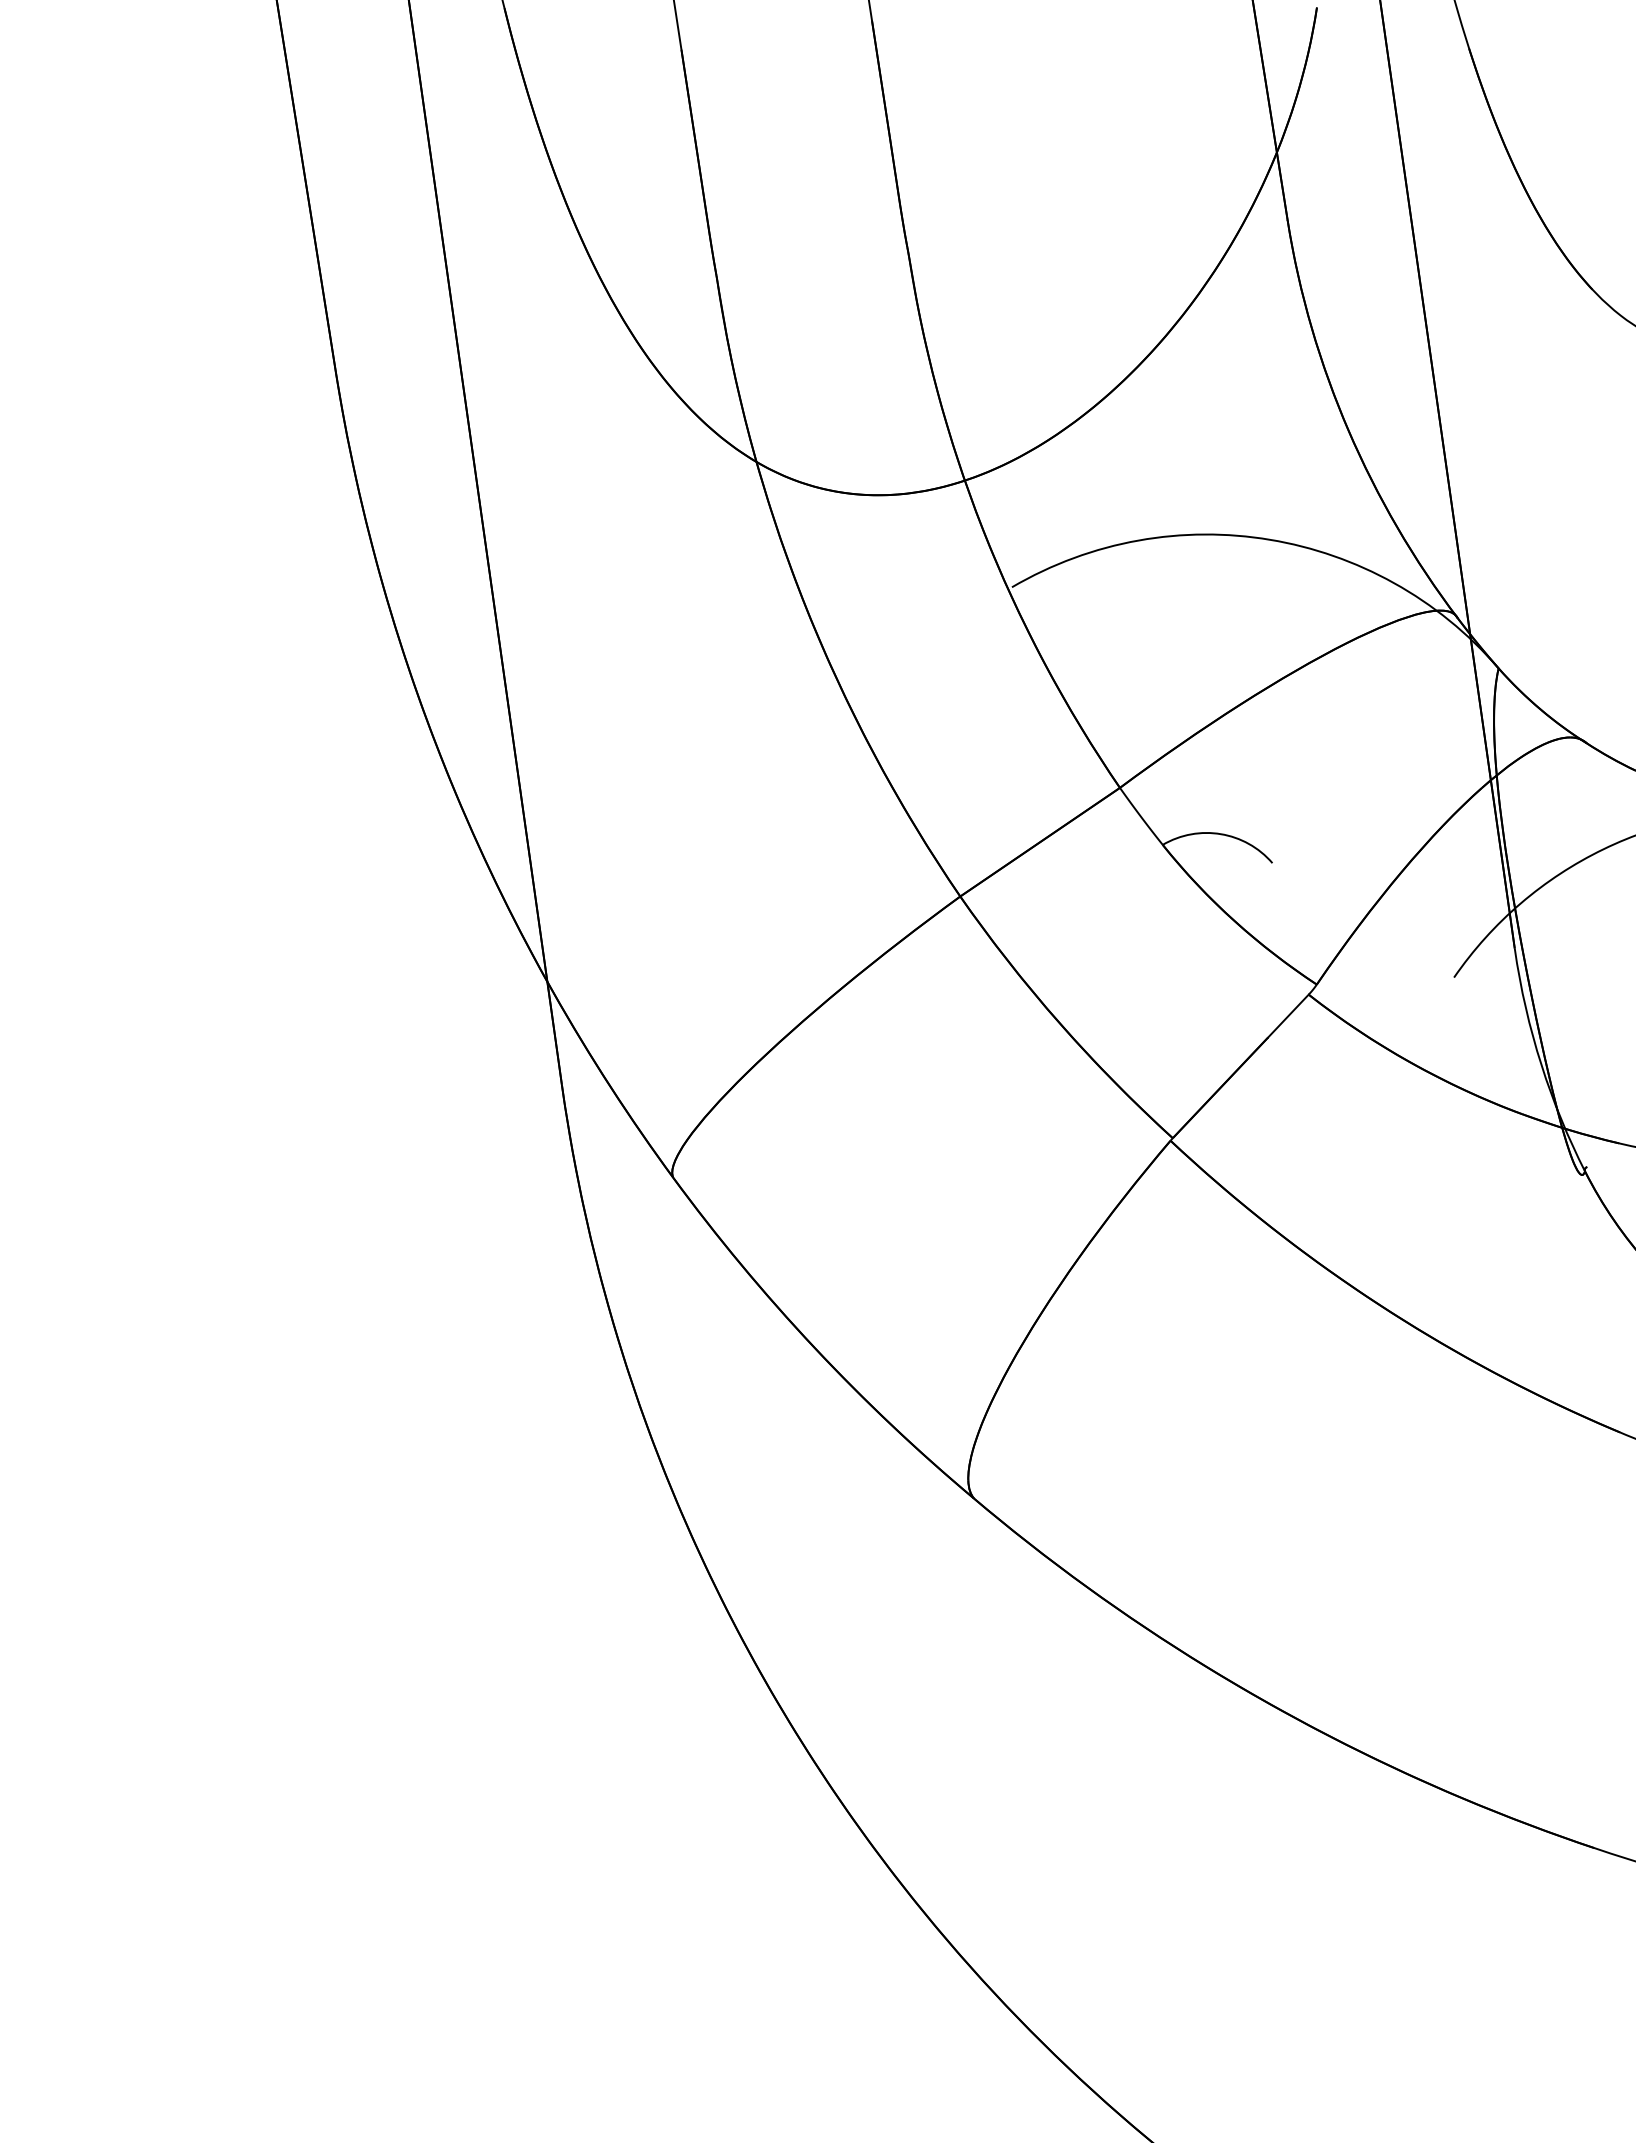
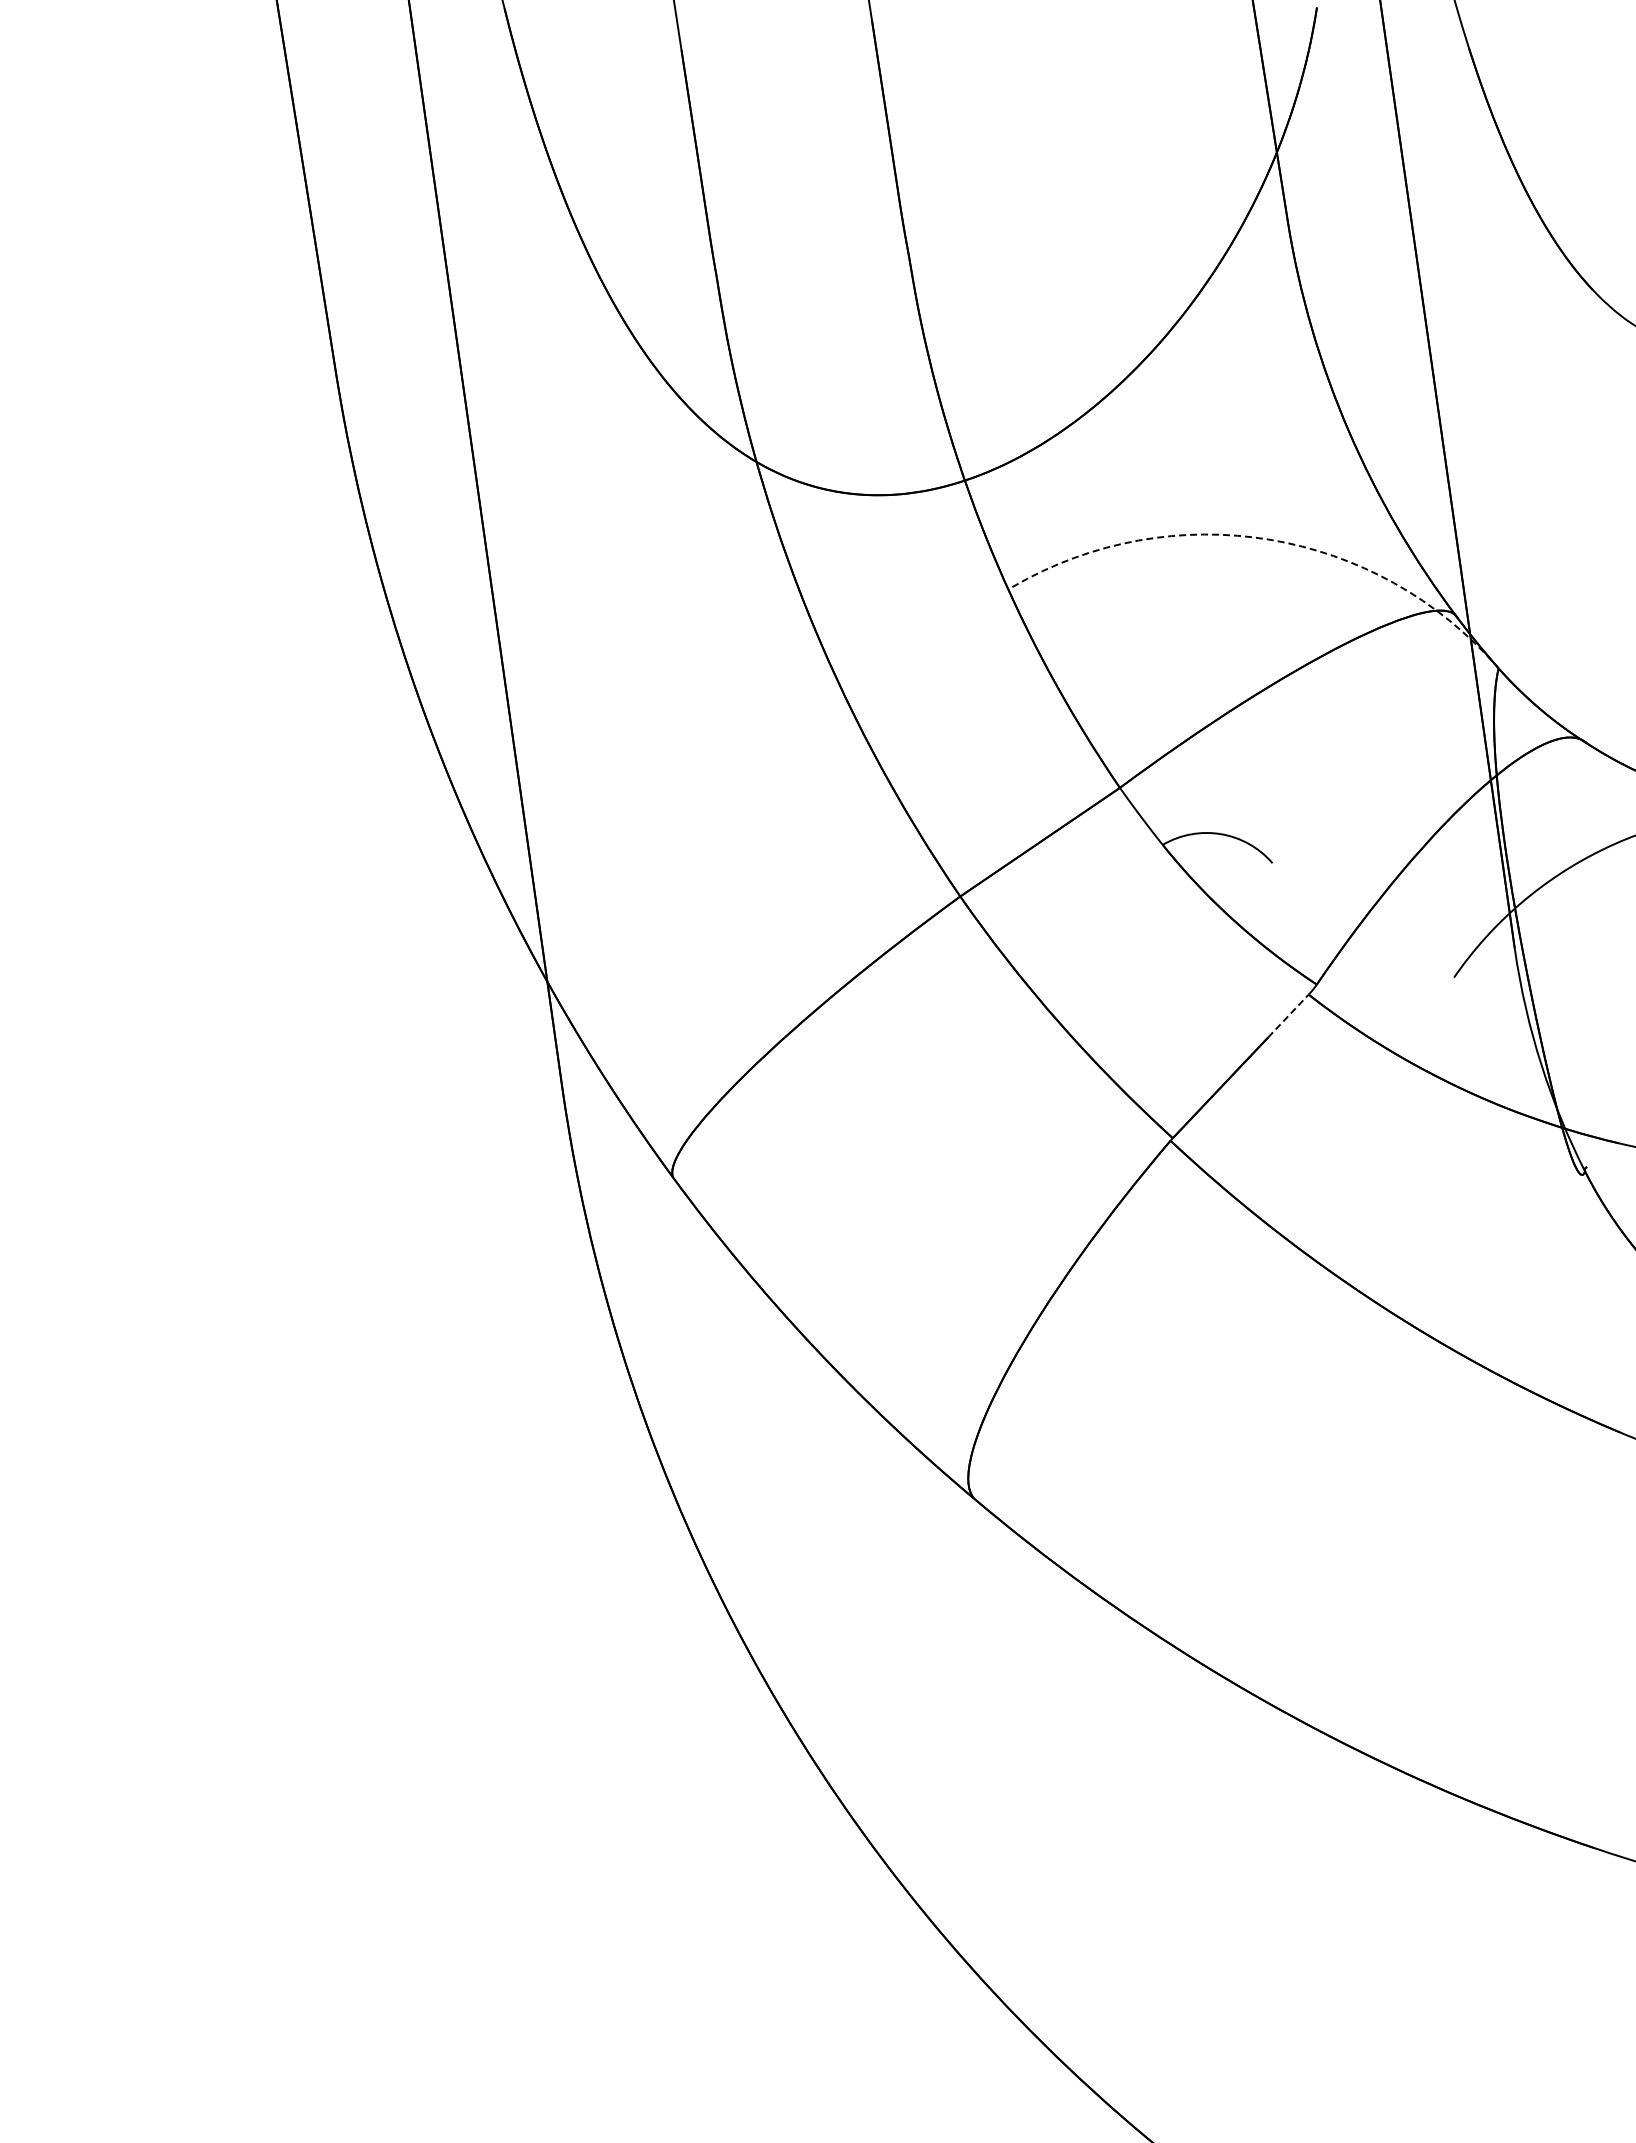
arc at (1270, 539): solid -> dashed
line at (1288, 1015): solid -> dashed
